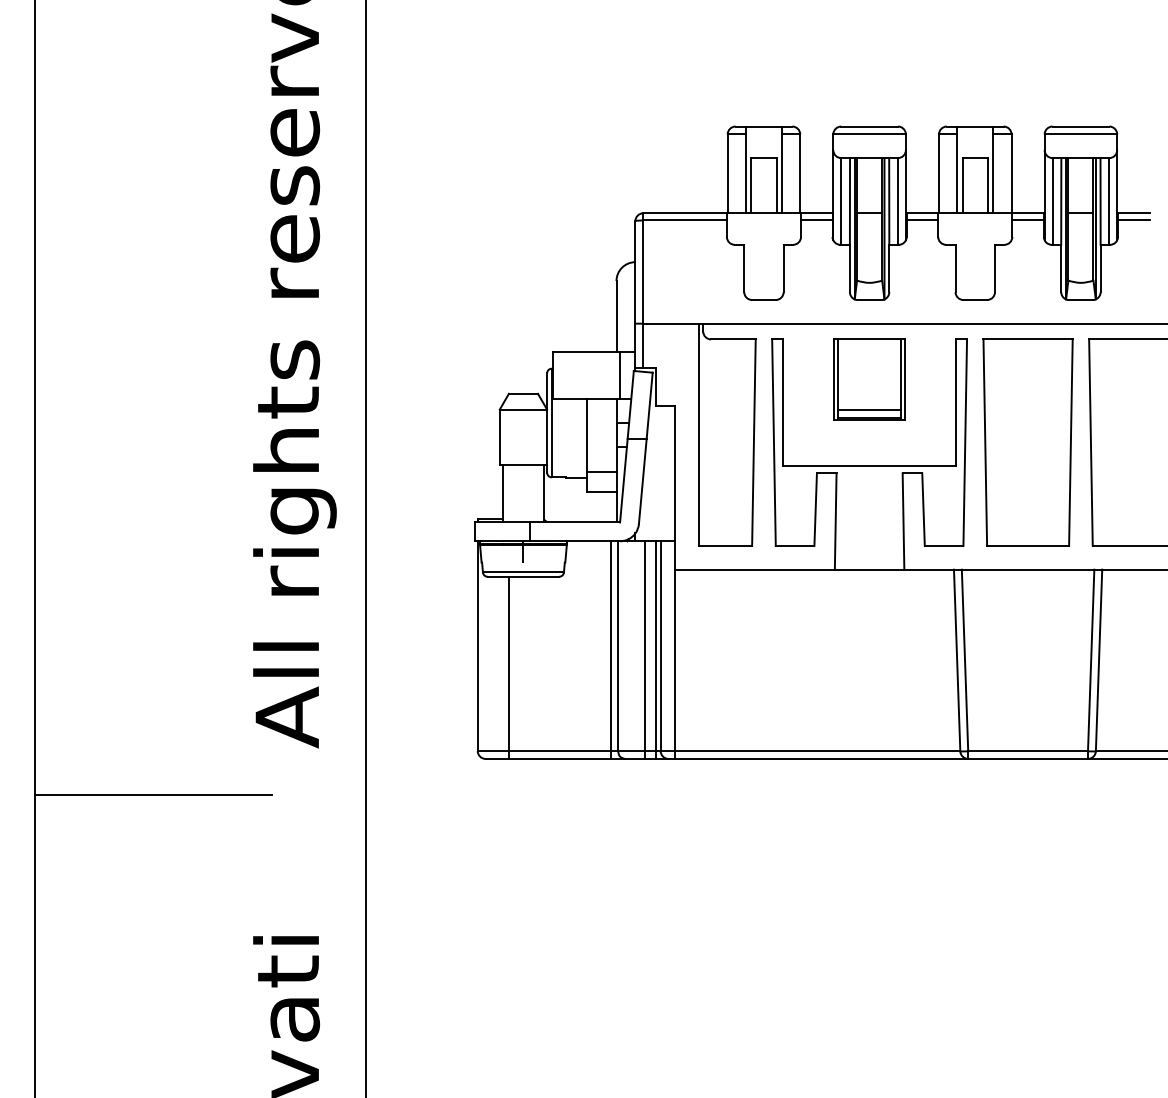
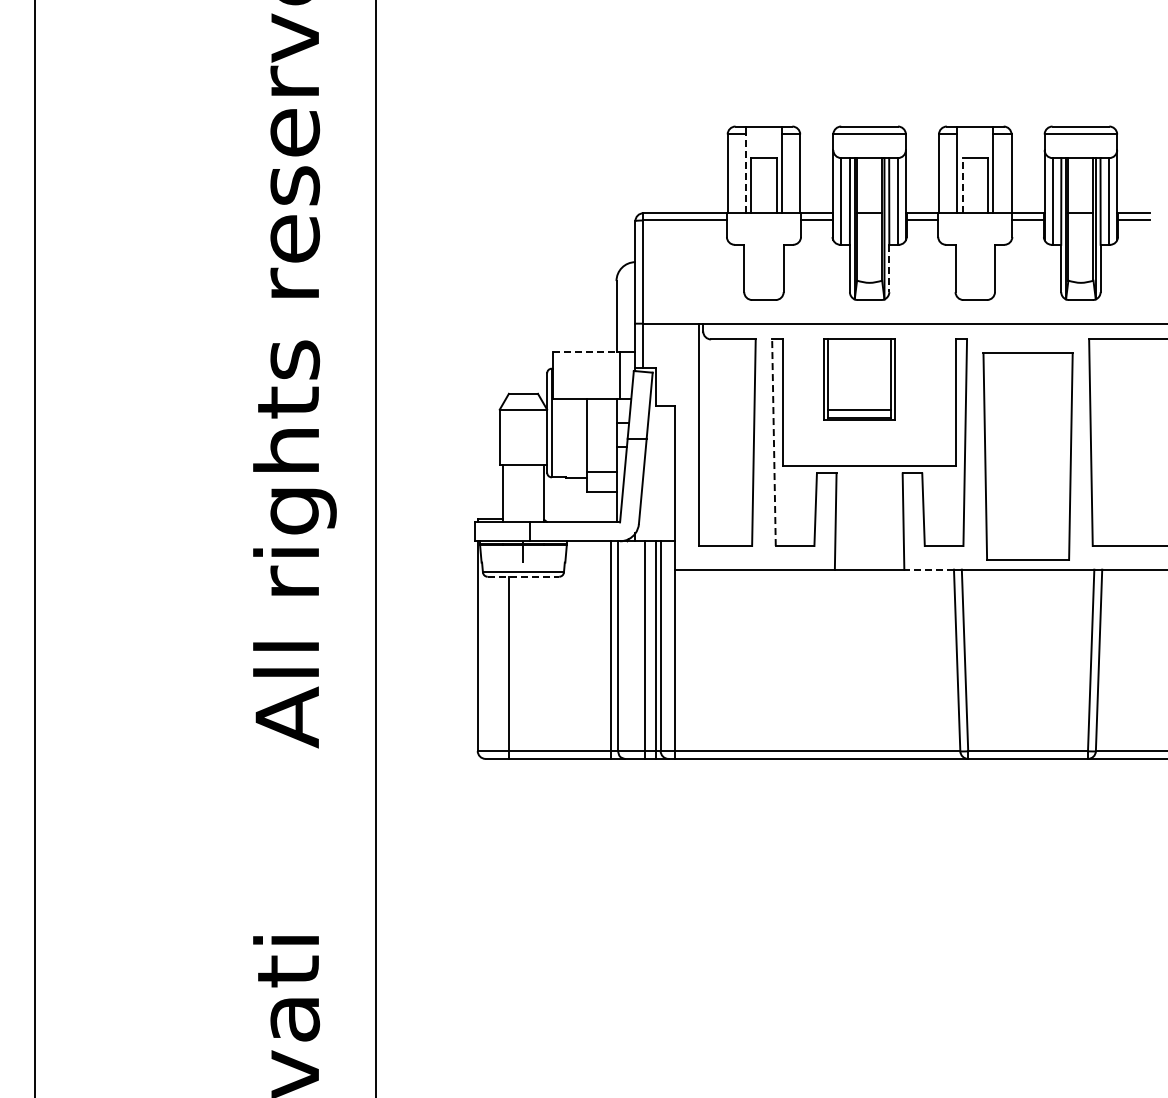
line at (745, 173): solid -> dashed
line at (962, 185): solid -> dashed
line at (889, 268): solid -> dashed
line at (584, 352): solid -> dashed
part at (869, 379) position: (869, 379) -> (859, 379)
line at (773, 442): solid -> dashed
part at (1027, 442) position: (1027, 442) -> (1027, 456)
line at (366, 548) position: (366, 548) -> (376, 548)
line at (929, 569): solid -> dashed
line at (523, 576): solid -> dashed
line at (153, 795): present -> none
